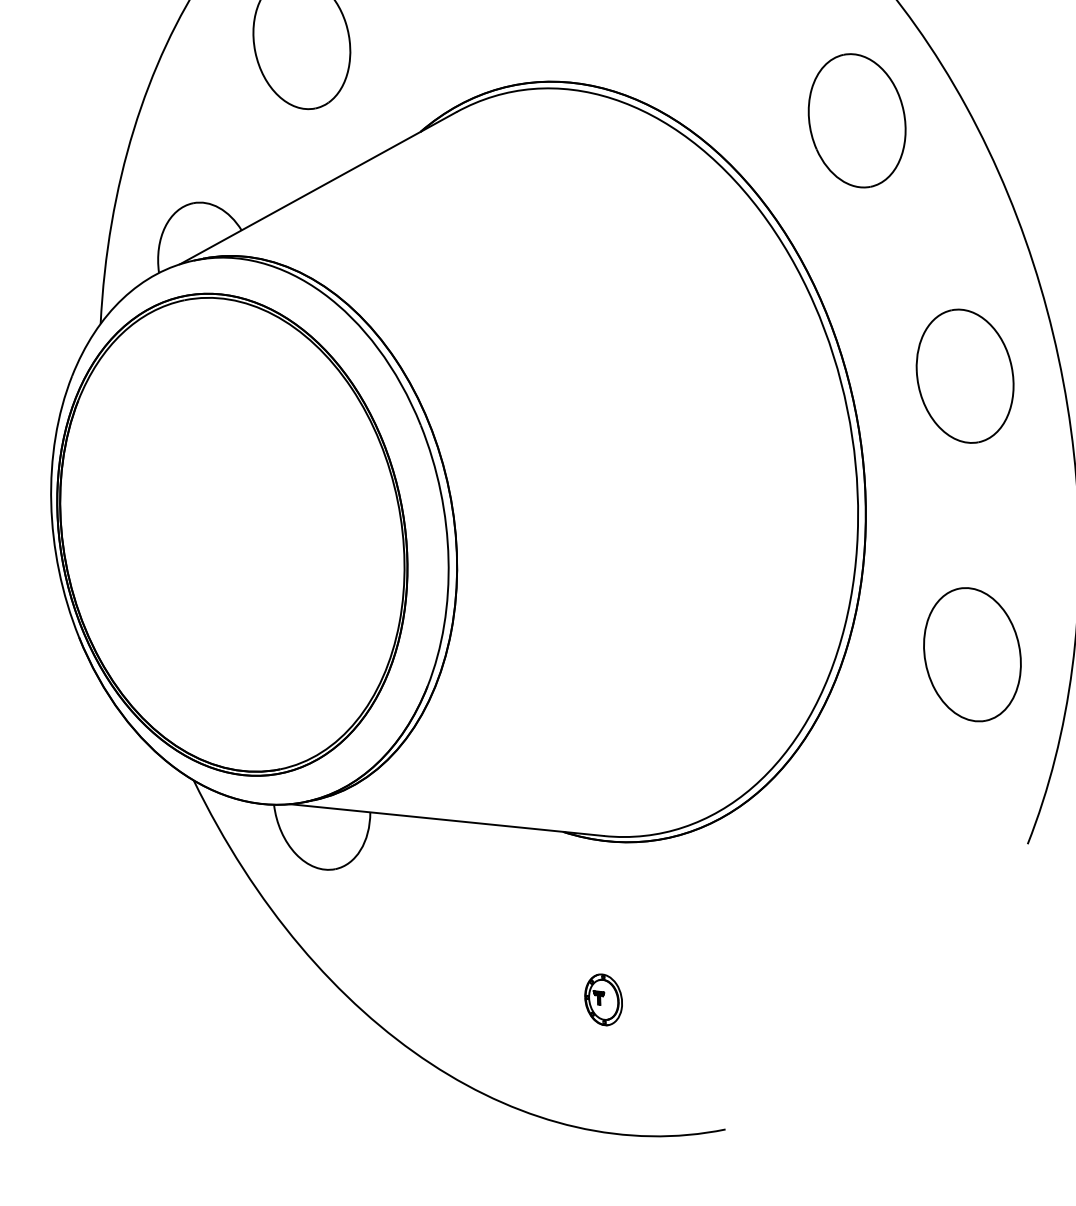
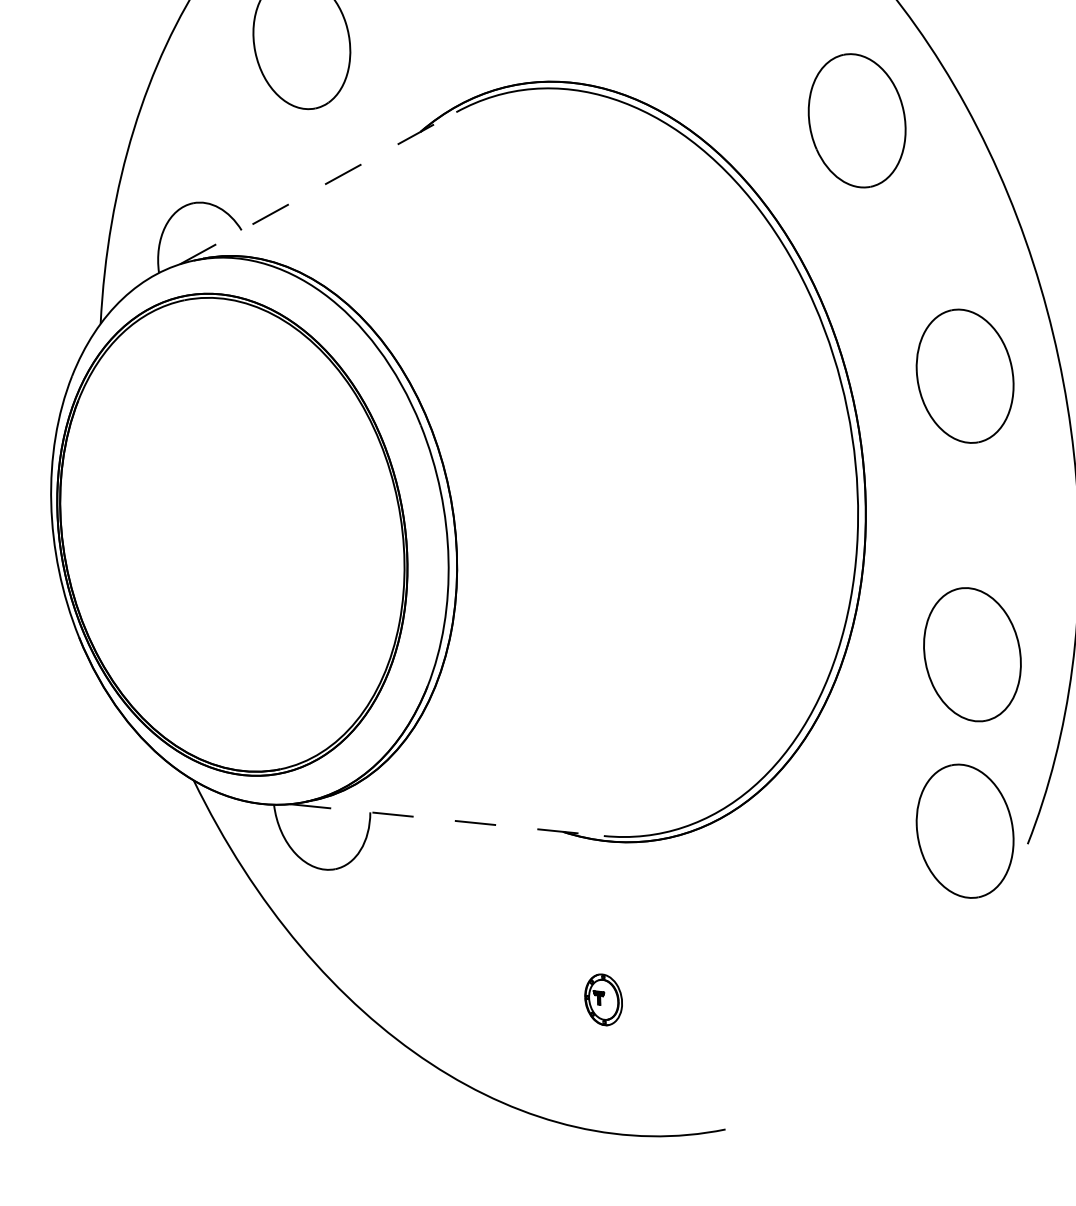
line at (318, 188): solid -> dashed
line at (446, 820): solid -> dashed
part at (964, 830): none -> present
